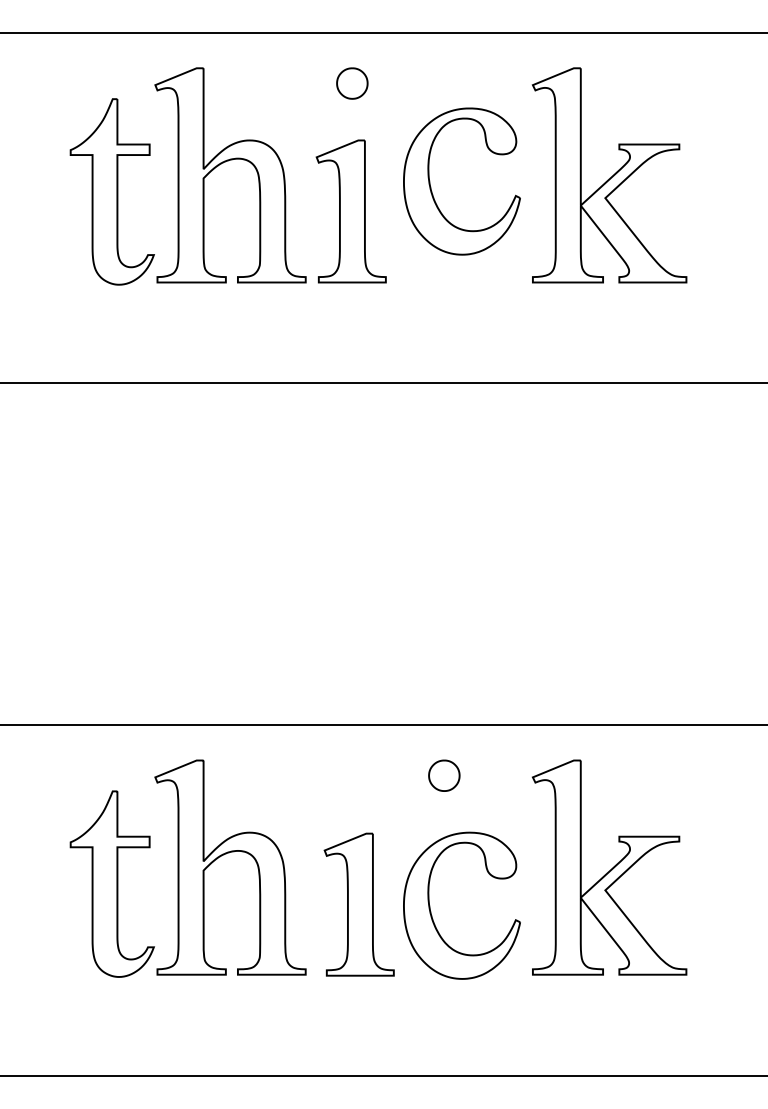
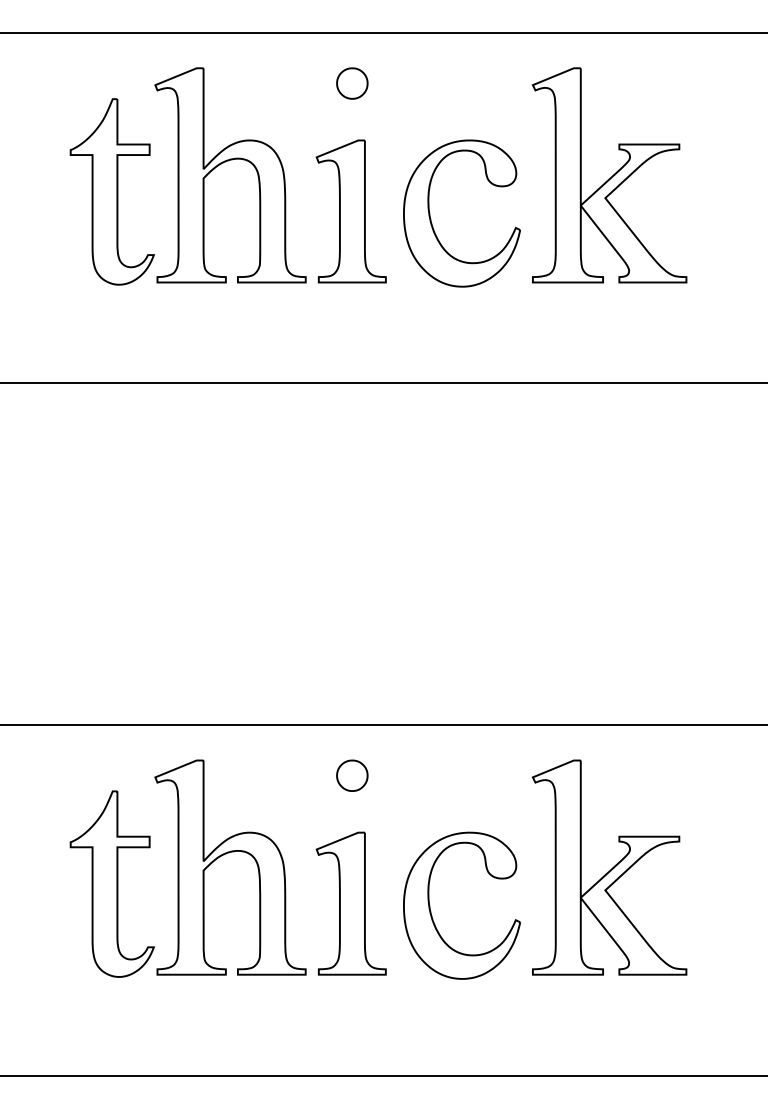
part at (431, 187) position: (431, 187) -> (431, 219)
part at (444, 775) position: (444, 775) -> (352, 775)
part at (358, 904) position: (358, 904) -> (350, 903)
